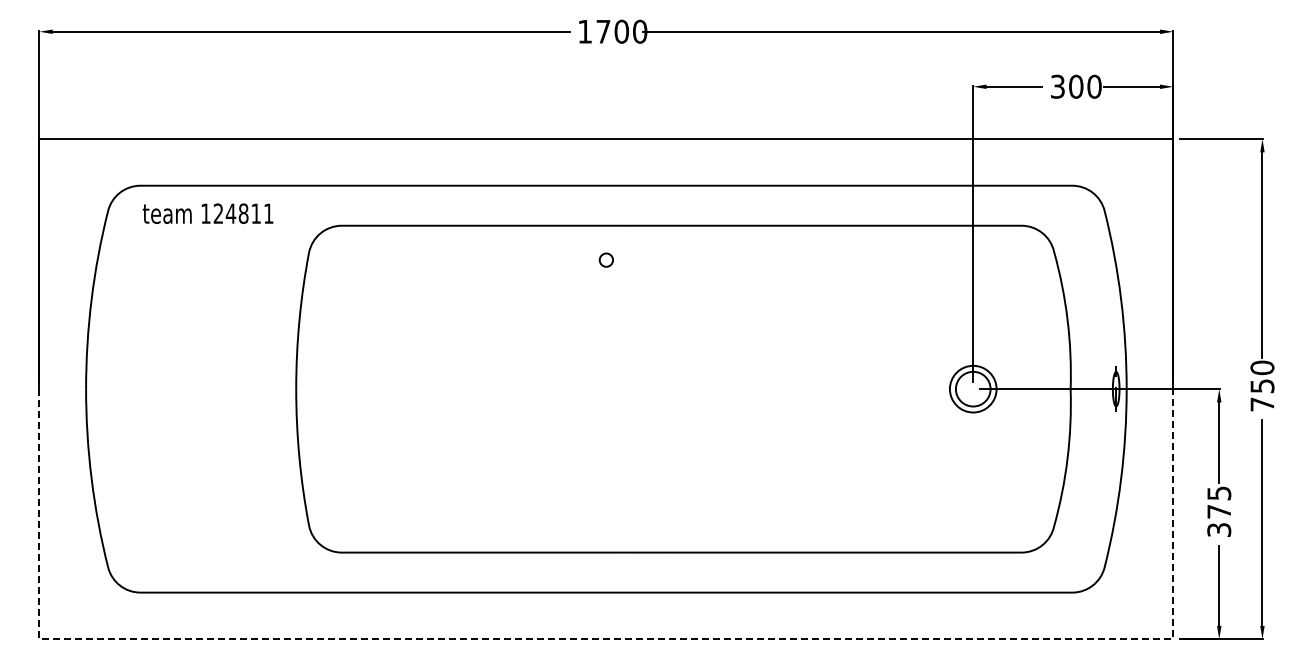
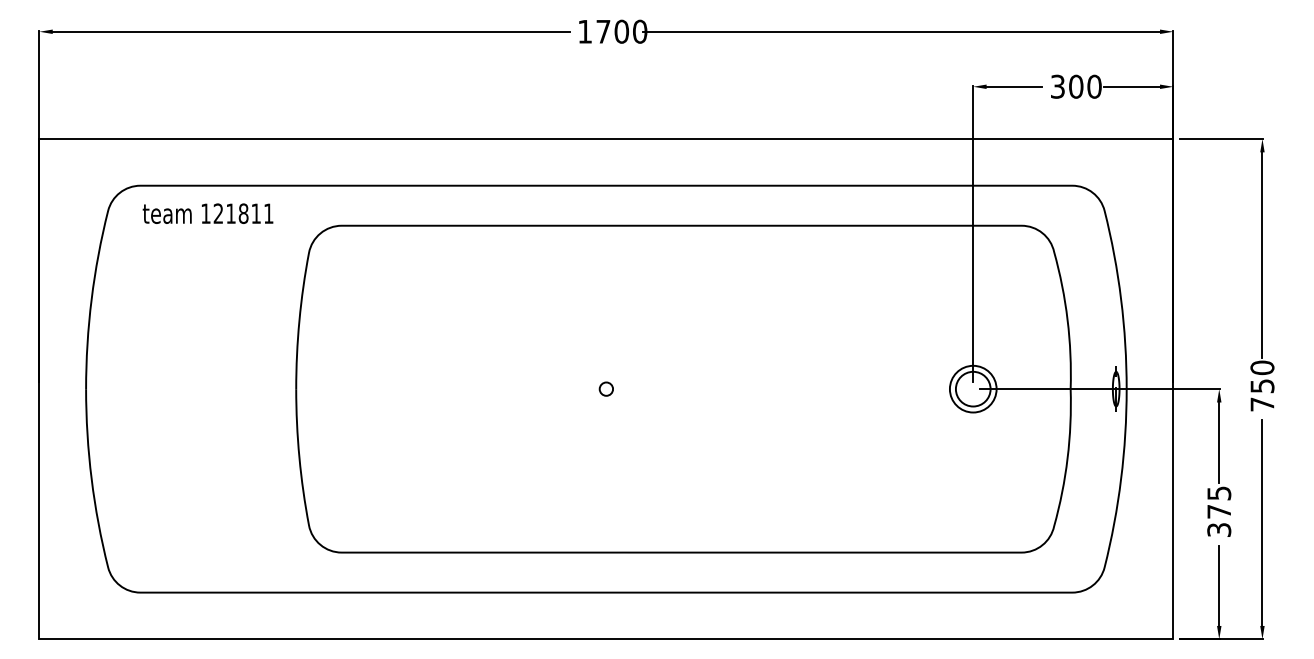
text at (230, 213): 124811 -> 121811
circle at (605, 259) position: (605, 259) -> (605, 388)
line at (606, 639): dashed -> solid
